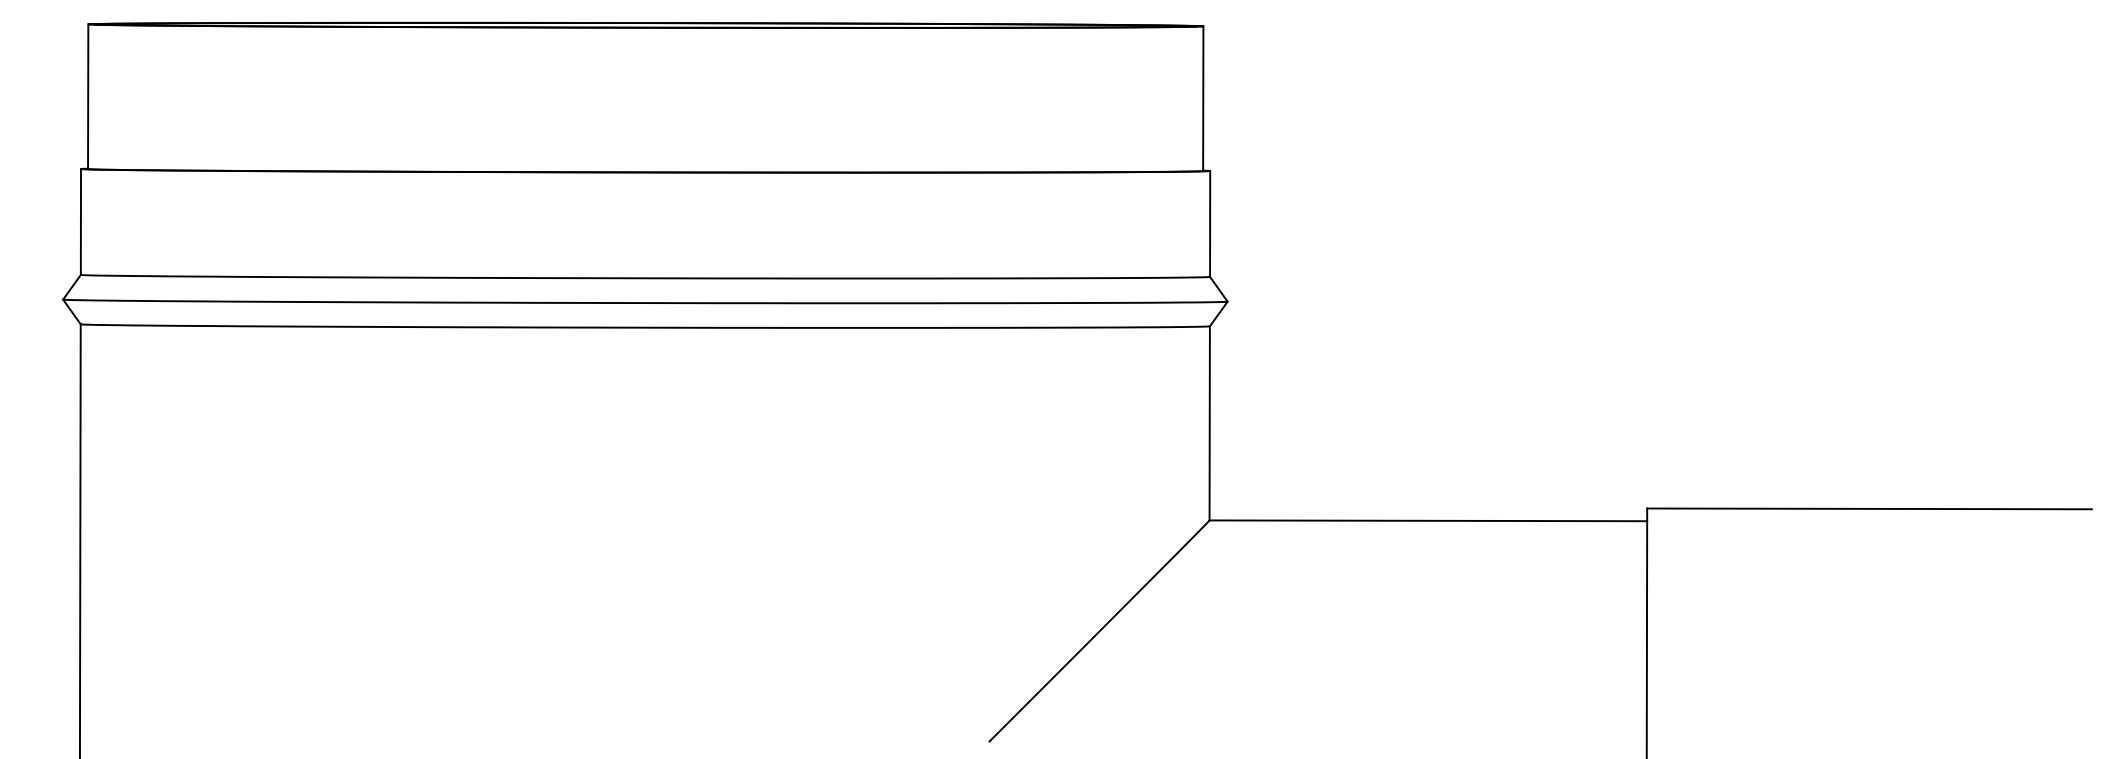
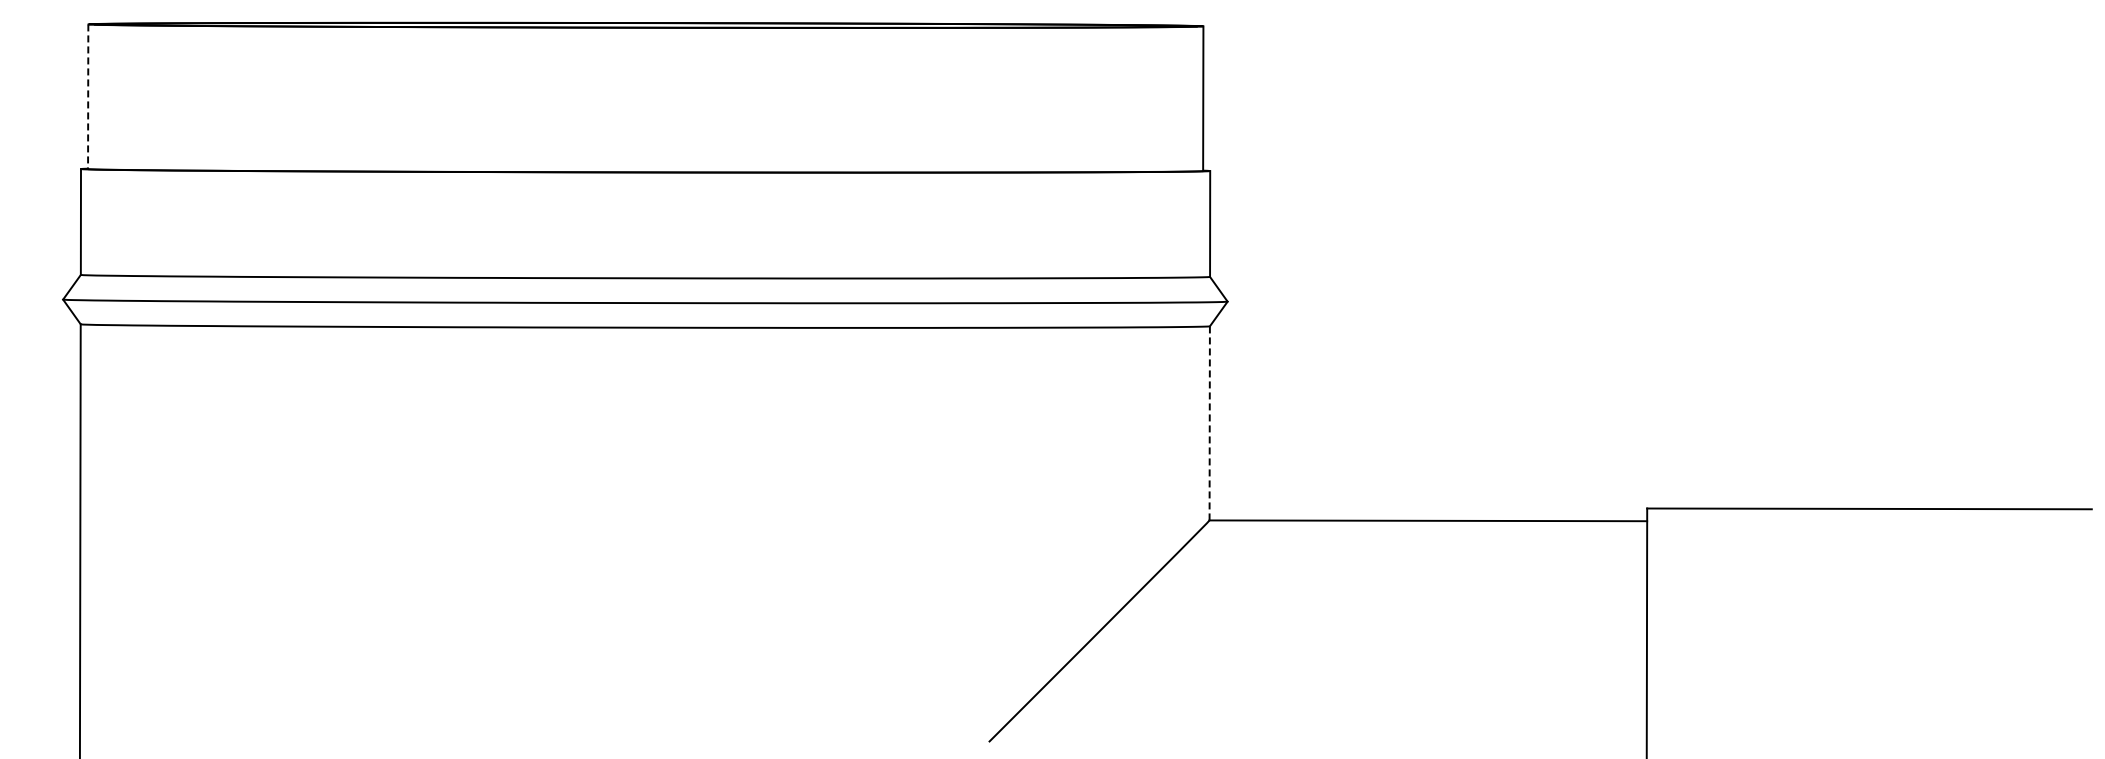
line at (88, 97): solid -> dashed
line at (1209, 422): solid -> dashed
